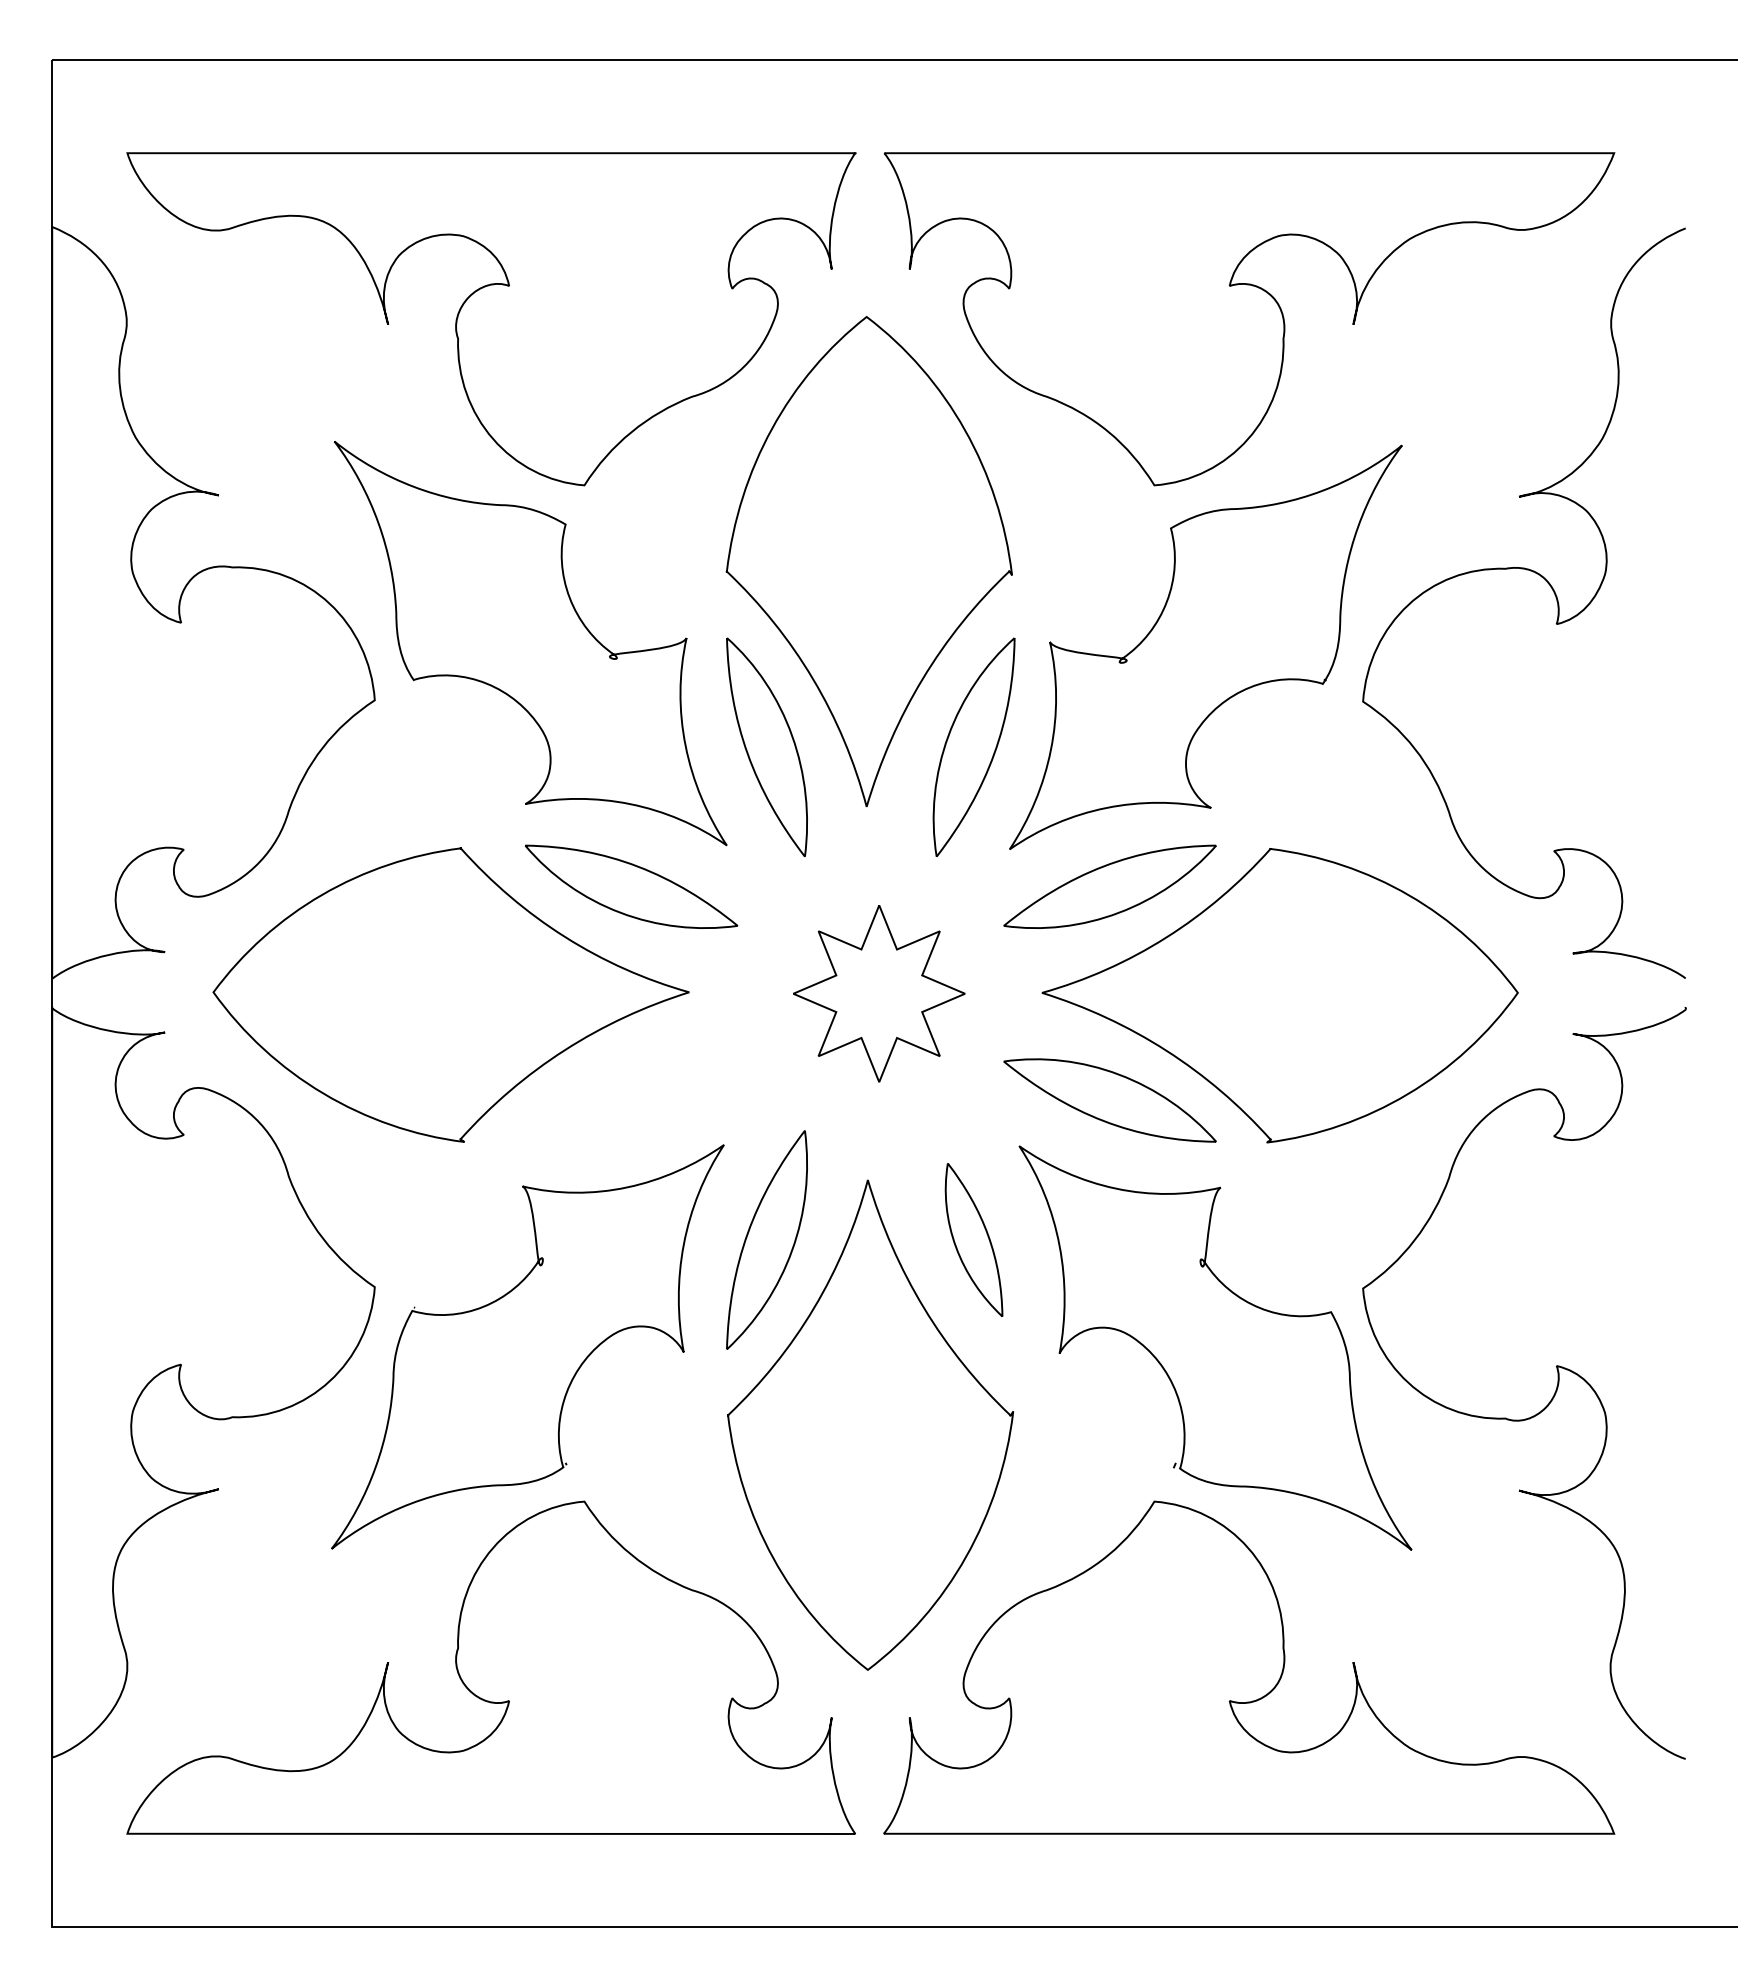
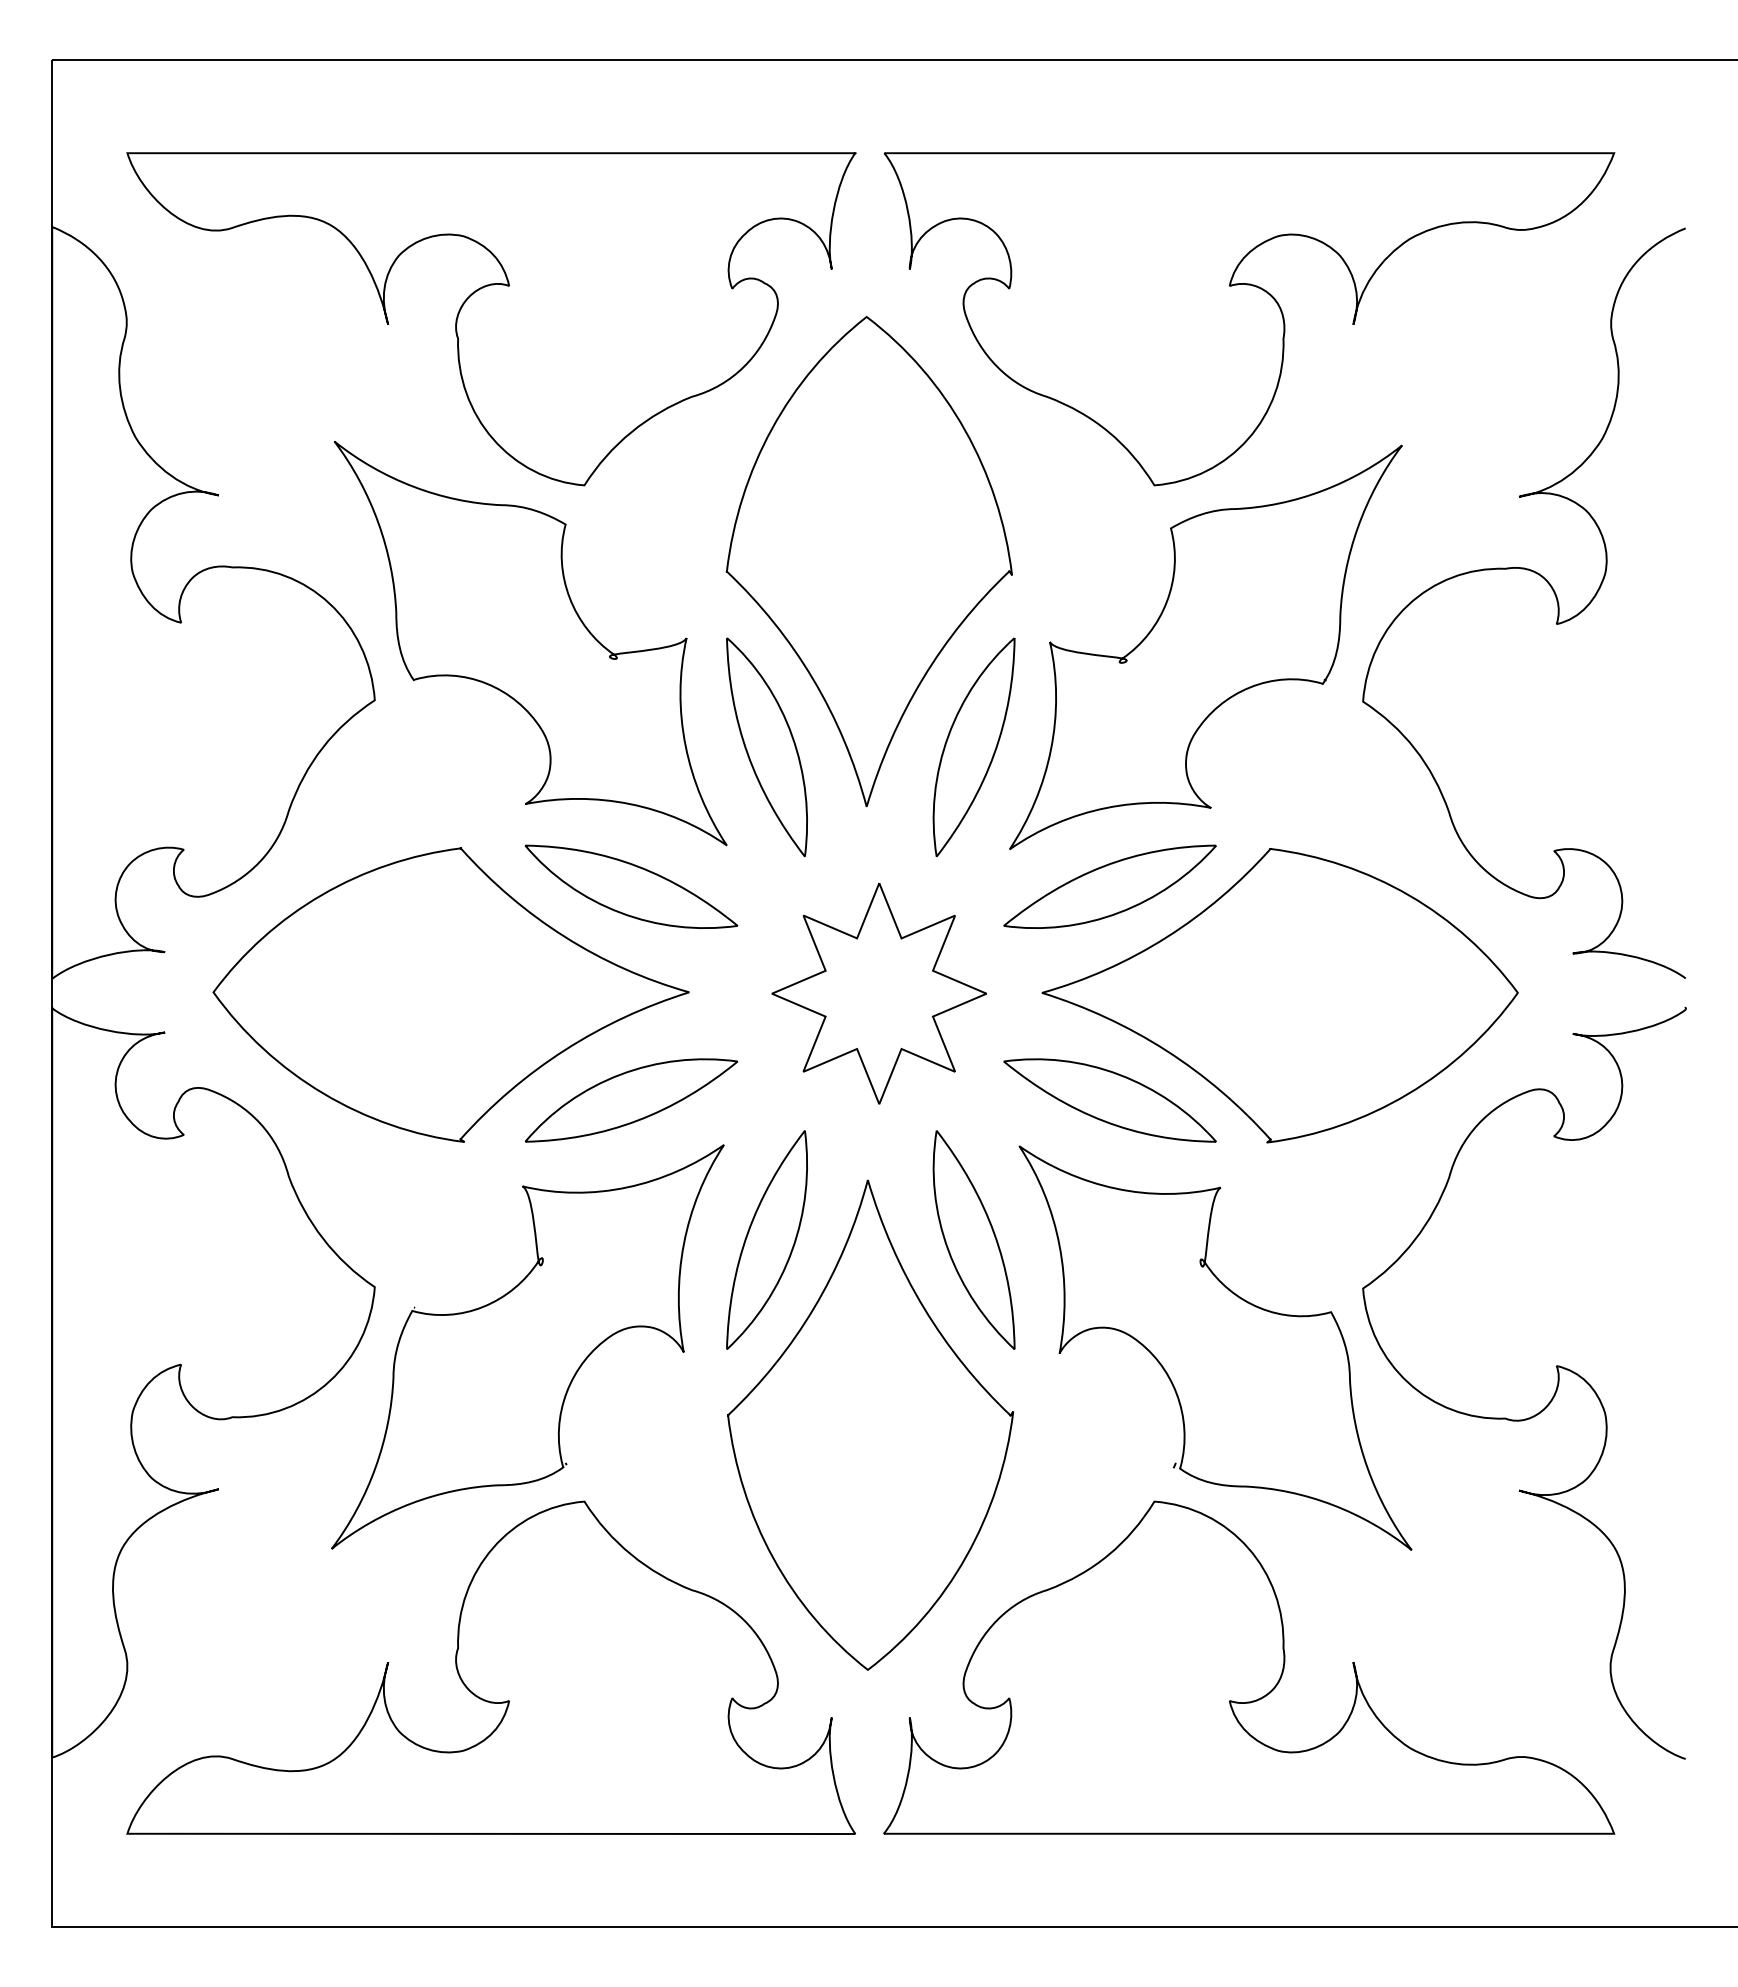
part at (879, 993) size: 173x178 px -> 216x222 px
part at (631, 1100): none -> present
part at (973, 1239) size: 60x154 px -> 84x220 px
